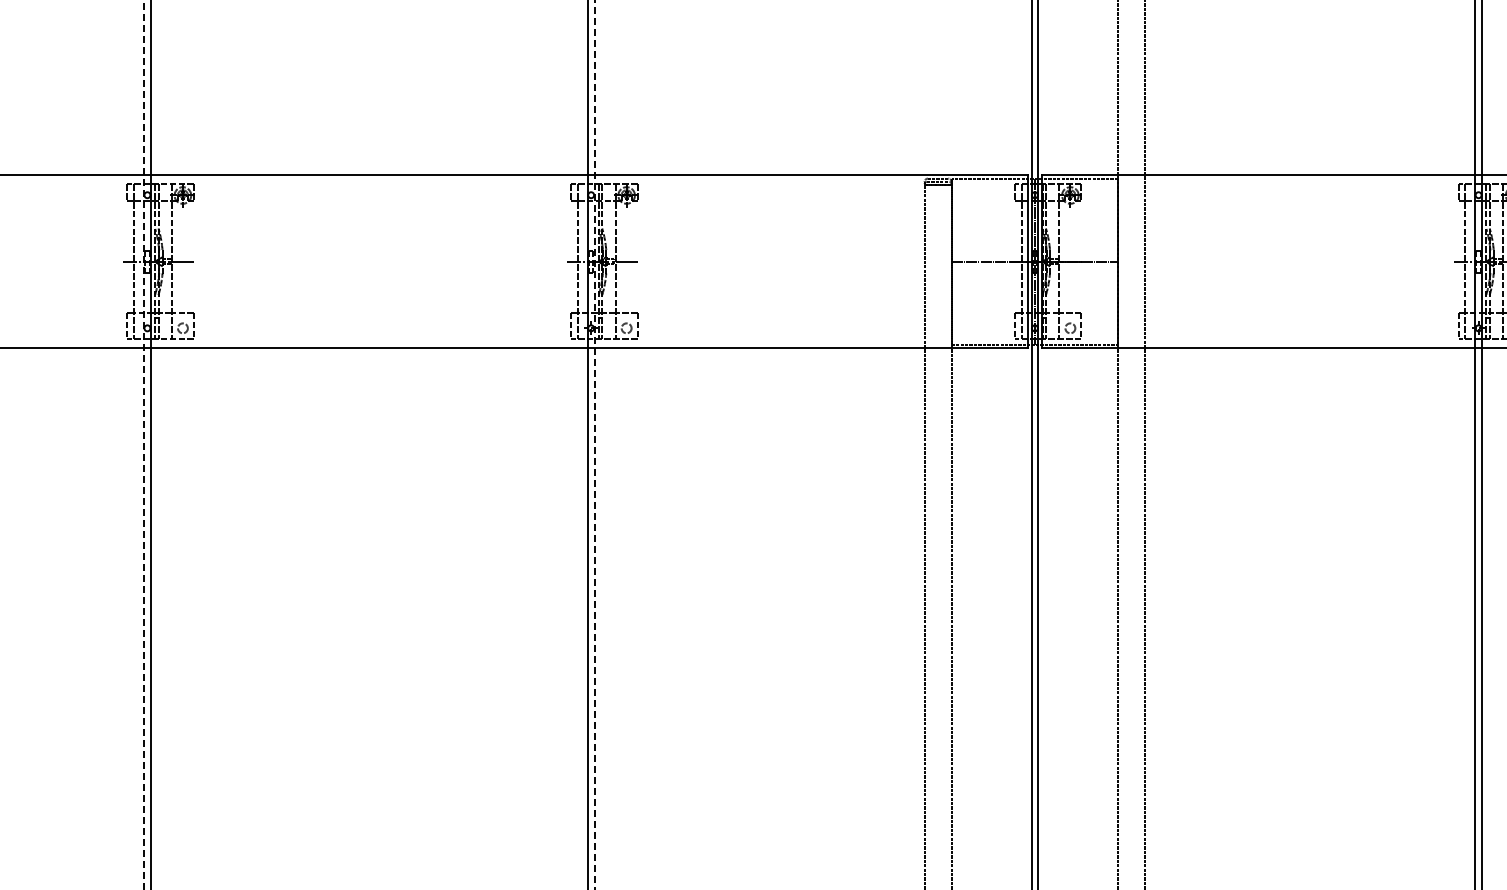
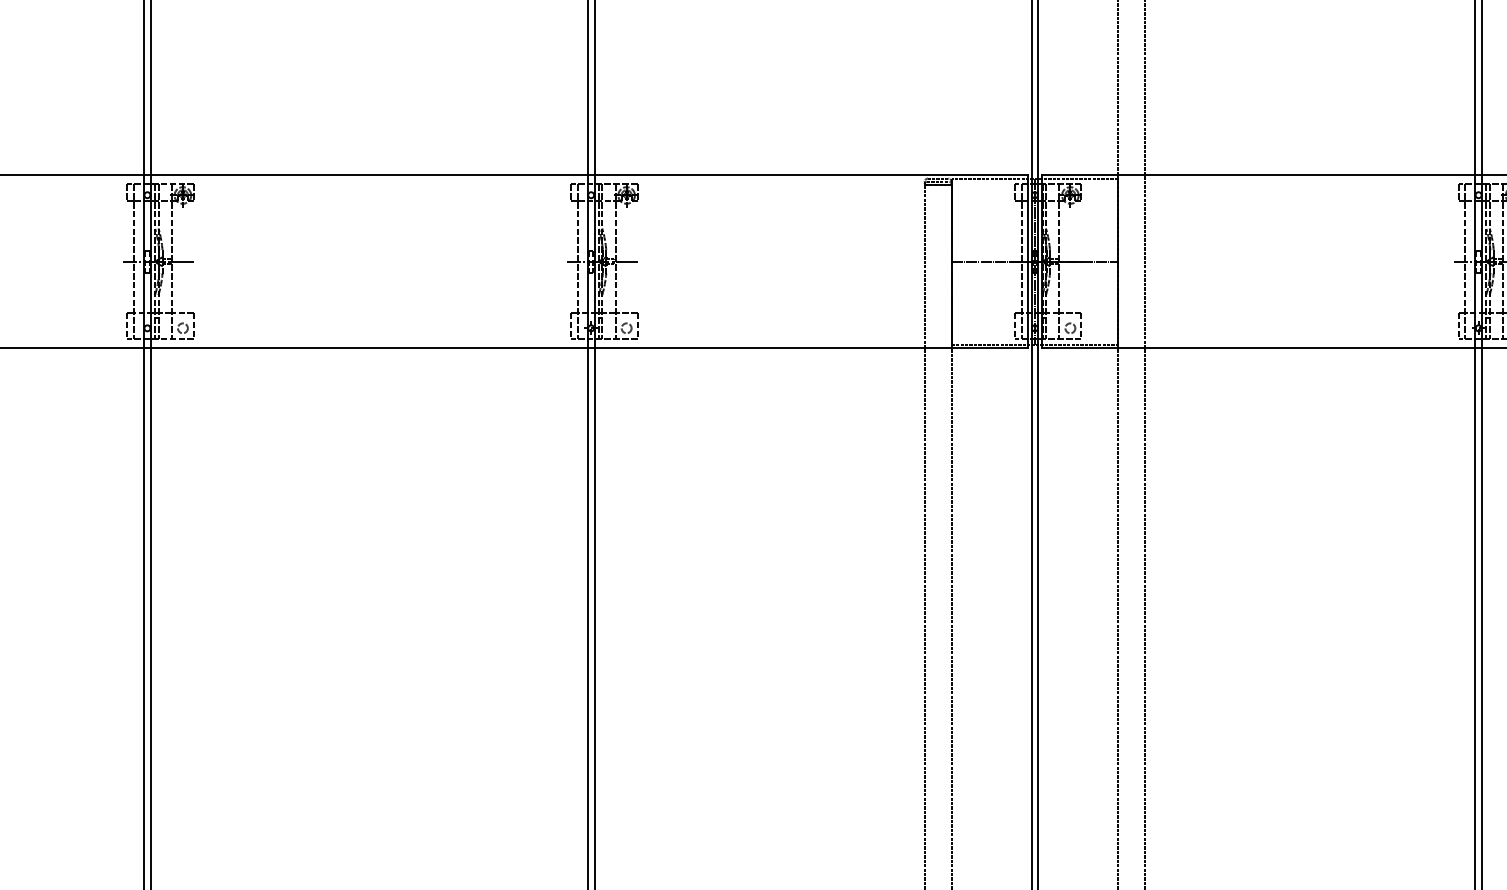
line at (594, 444): dashed -> solid
line at (144, 445): dashed -> solid
